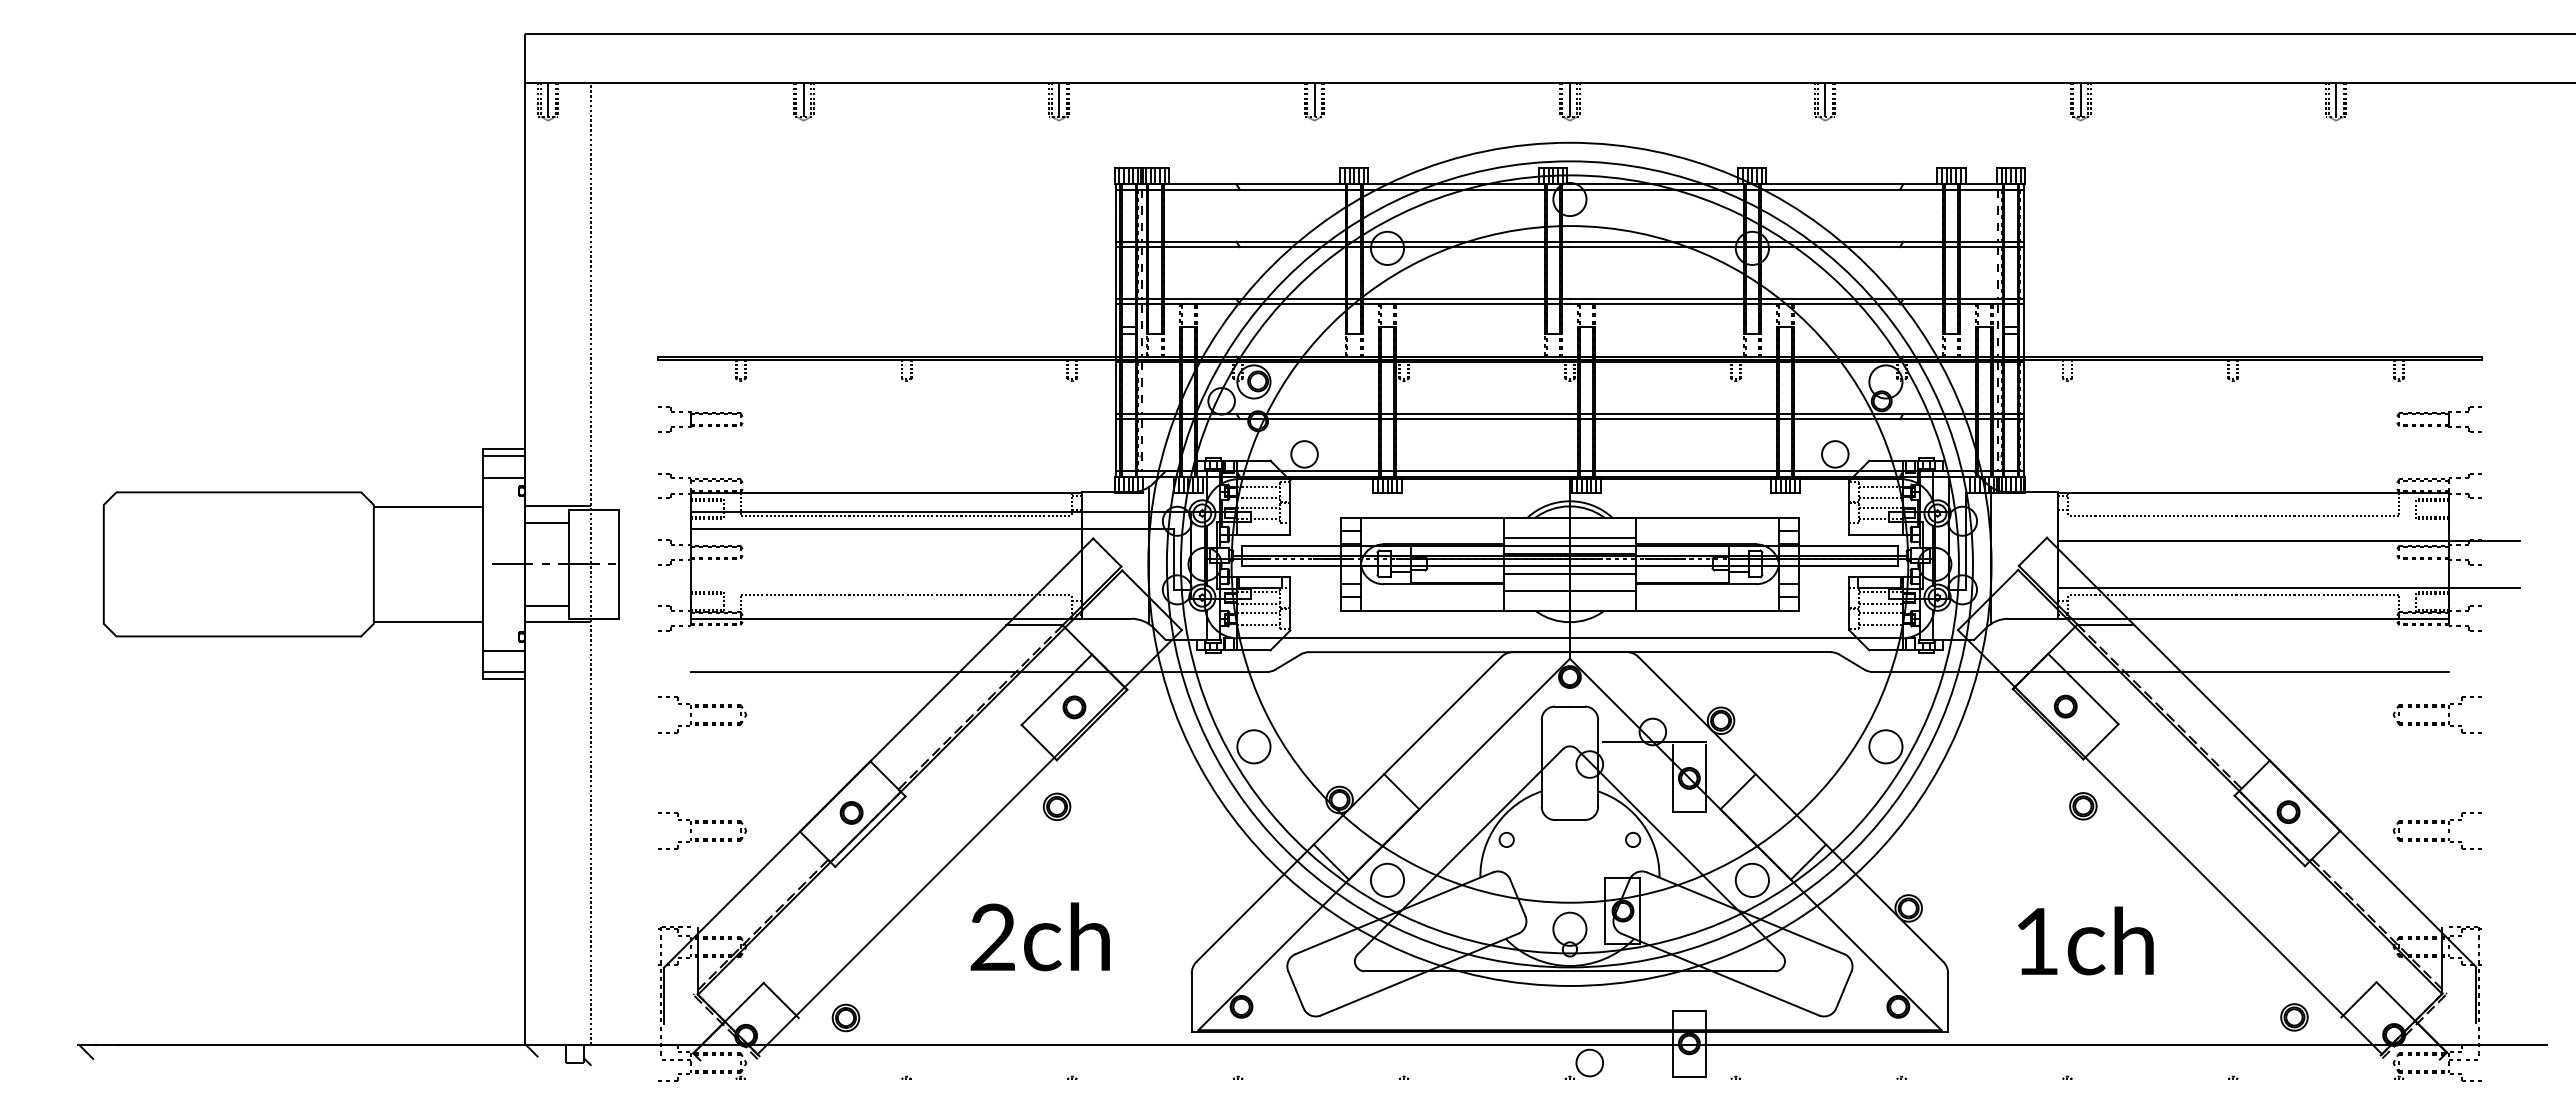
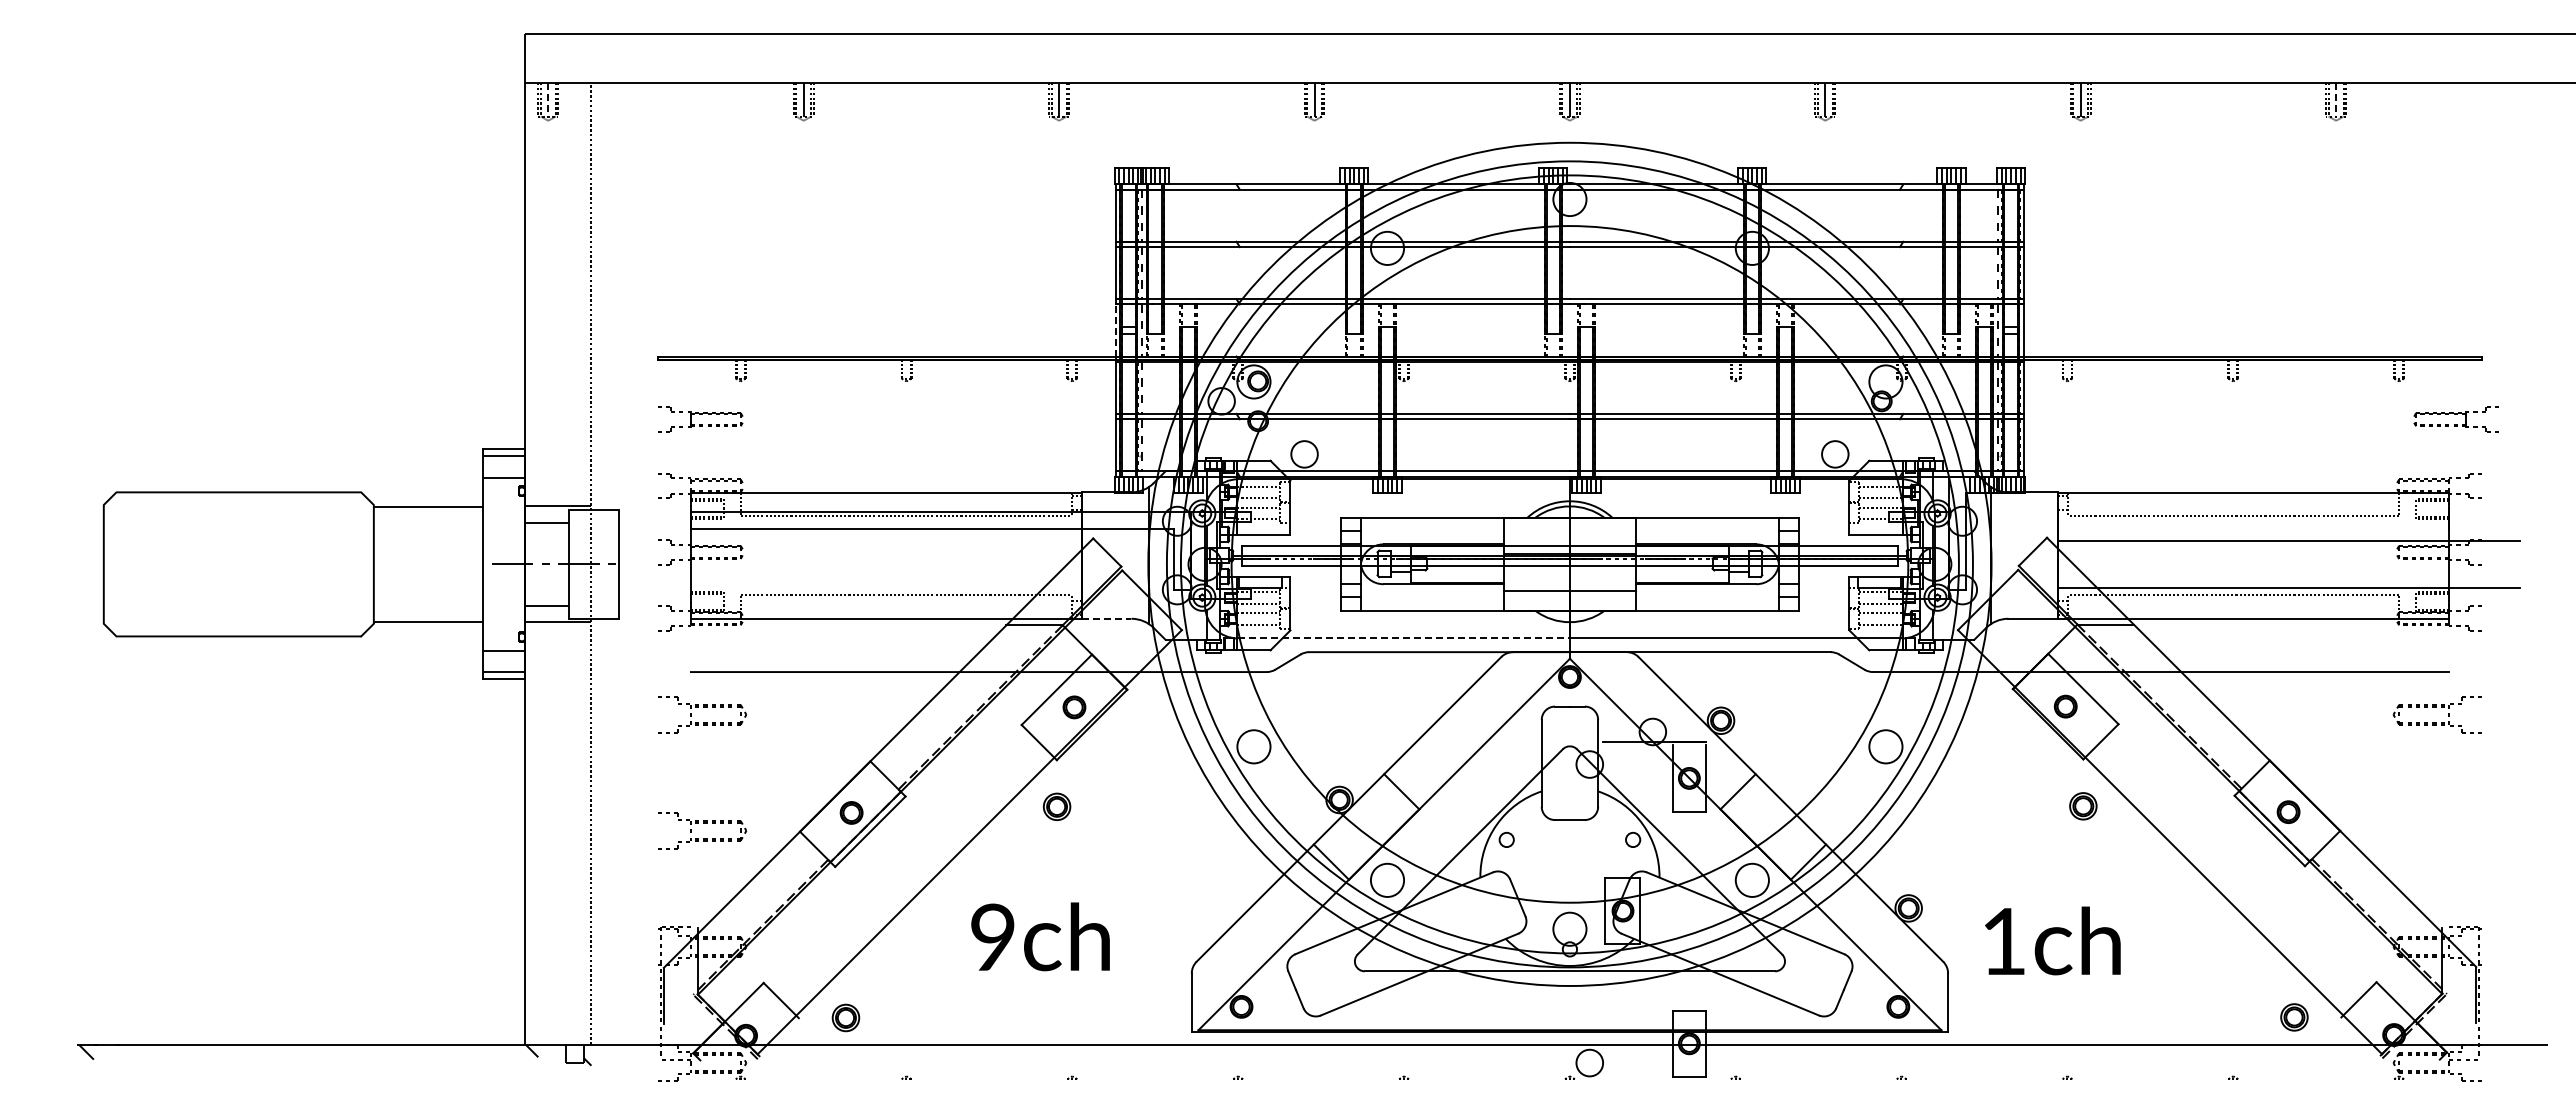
line at (548, 100): solid -> dashed
line at (2336, 100): solid -> dashed
line at (1115, 330): solid -> dashed
part at (2438, 419) position: (2438, 419) -> (2455, 419)
line at (1569, 537): present -> none
line at (1569, 574): present -> none
line at (1106, 618): solid -> dashed
line at (1404, 638): solid -> dashed
part at (2436, 823): present -> none
text at (992, 937): 2ch -> 9ch
text at (2085, 940) position: (2085, 940) -> (2052, 940)
